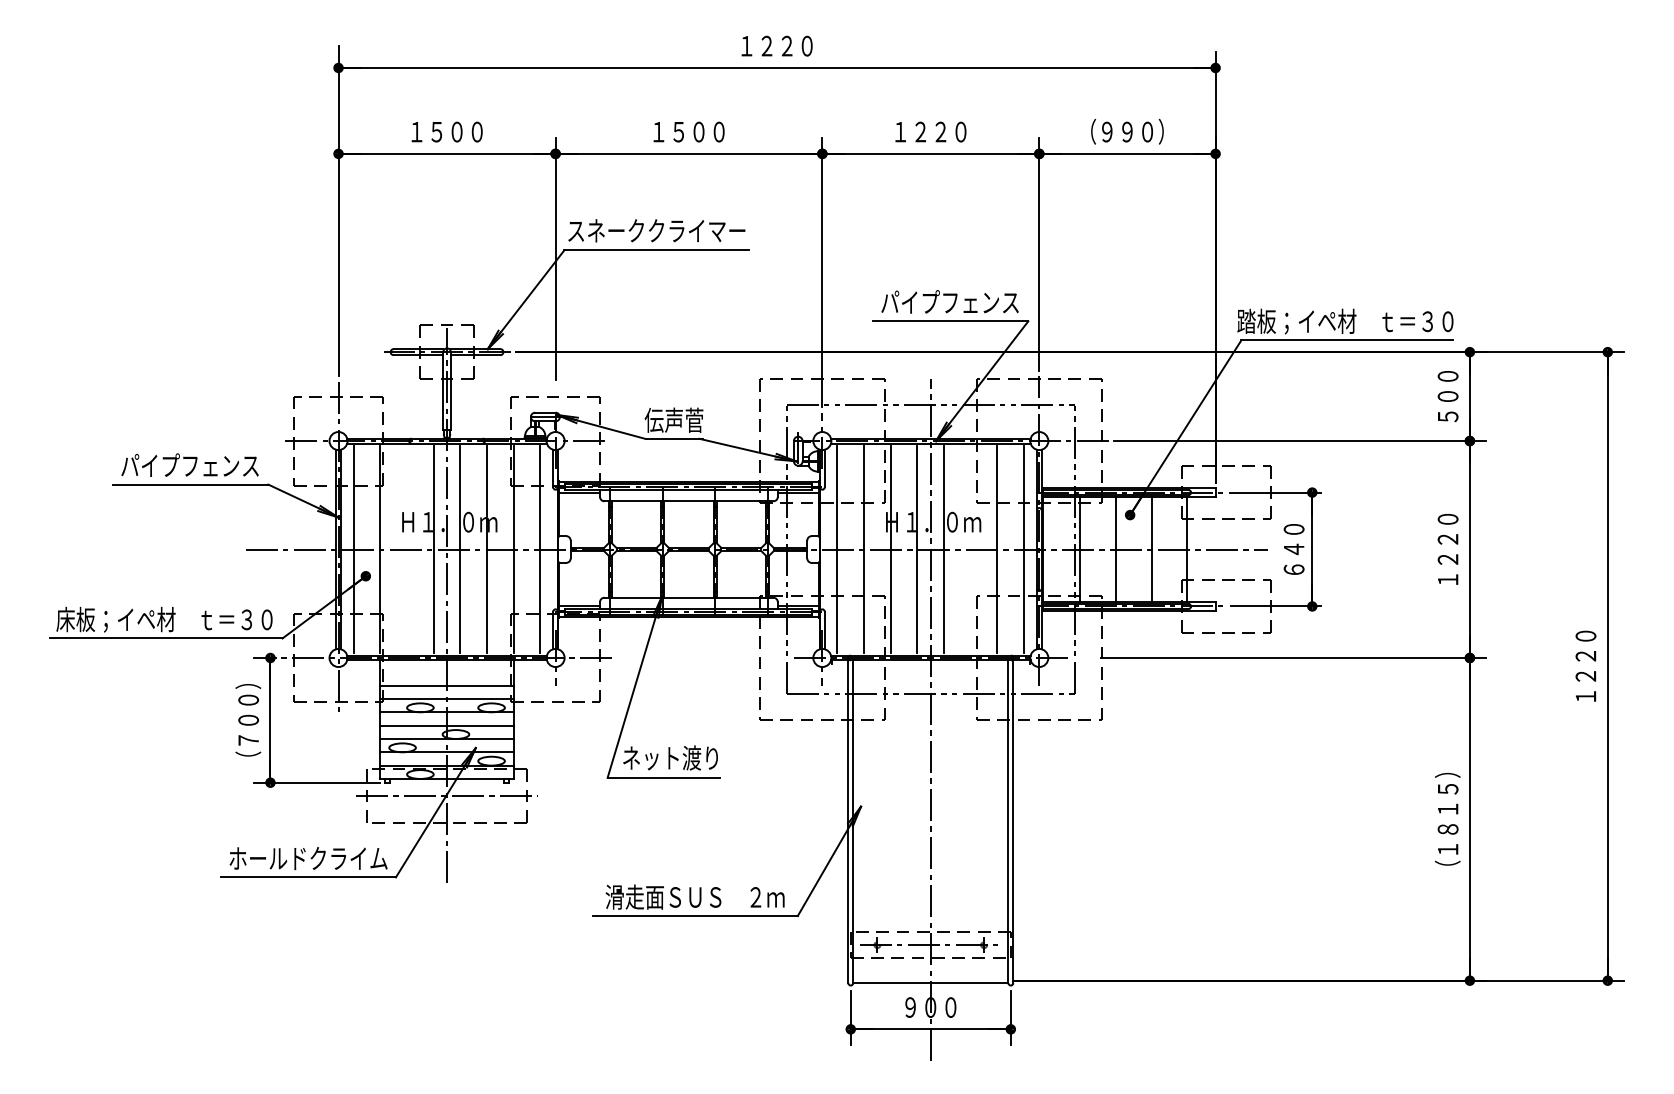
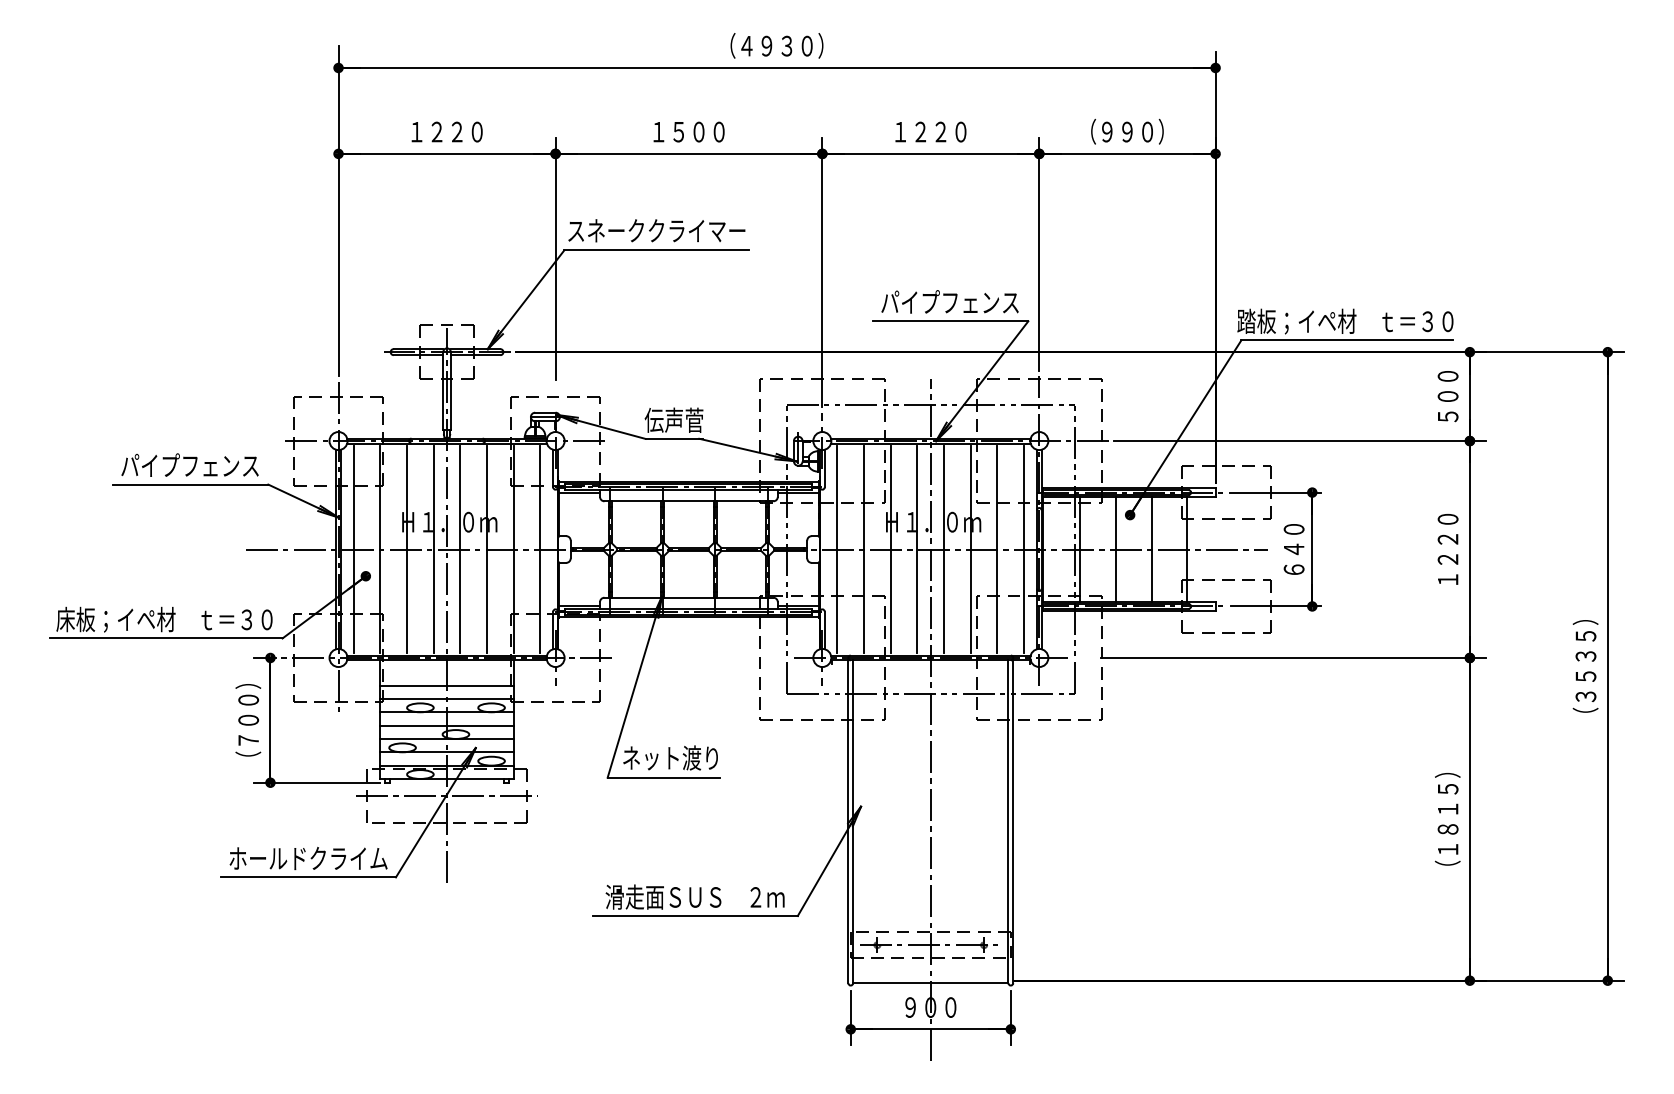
text at (776, 45): １２２０ -> （４９３０）
text at (446, 131): １５００ -> １２２０
line at (407, 549): none -> present
line at (970, 549): none -> present
text at (1585, 666): １２２０ -> （３５３５）
